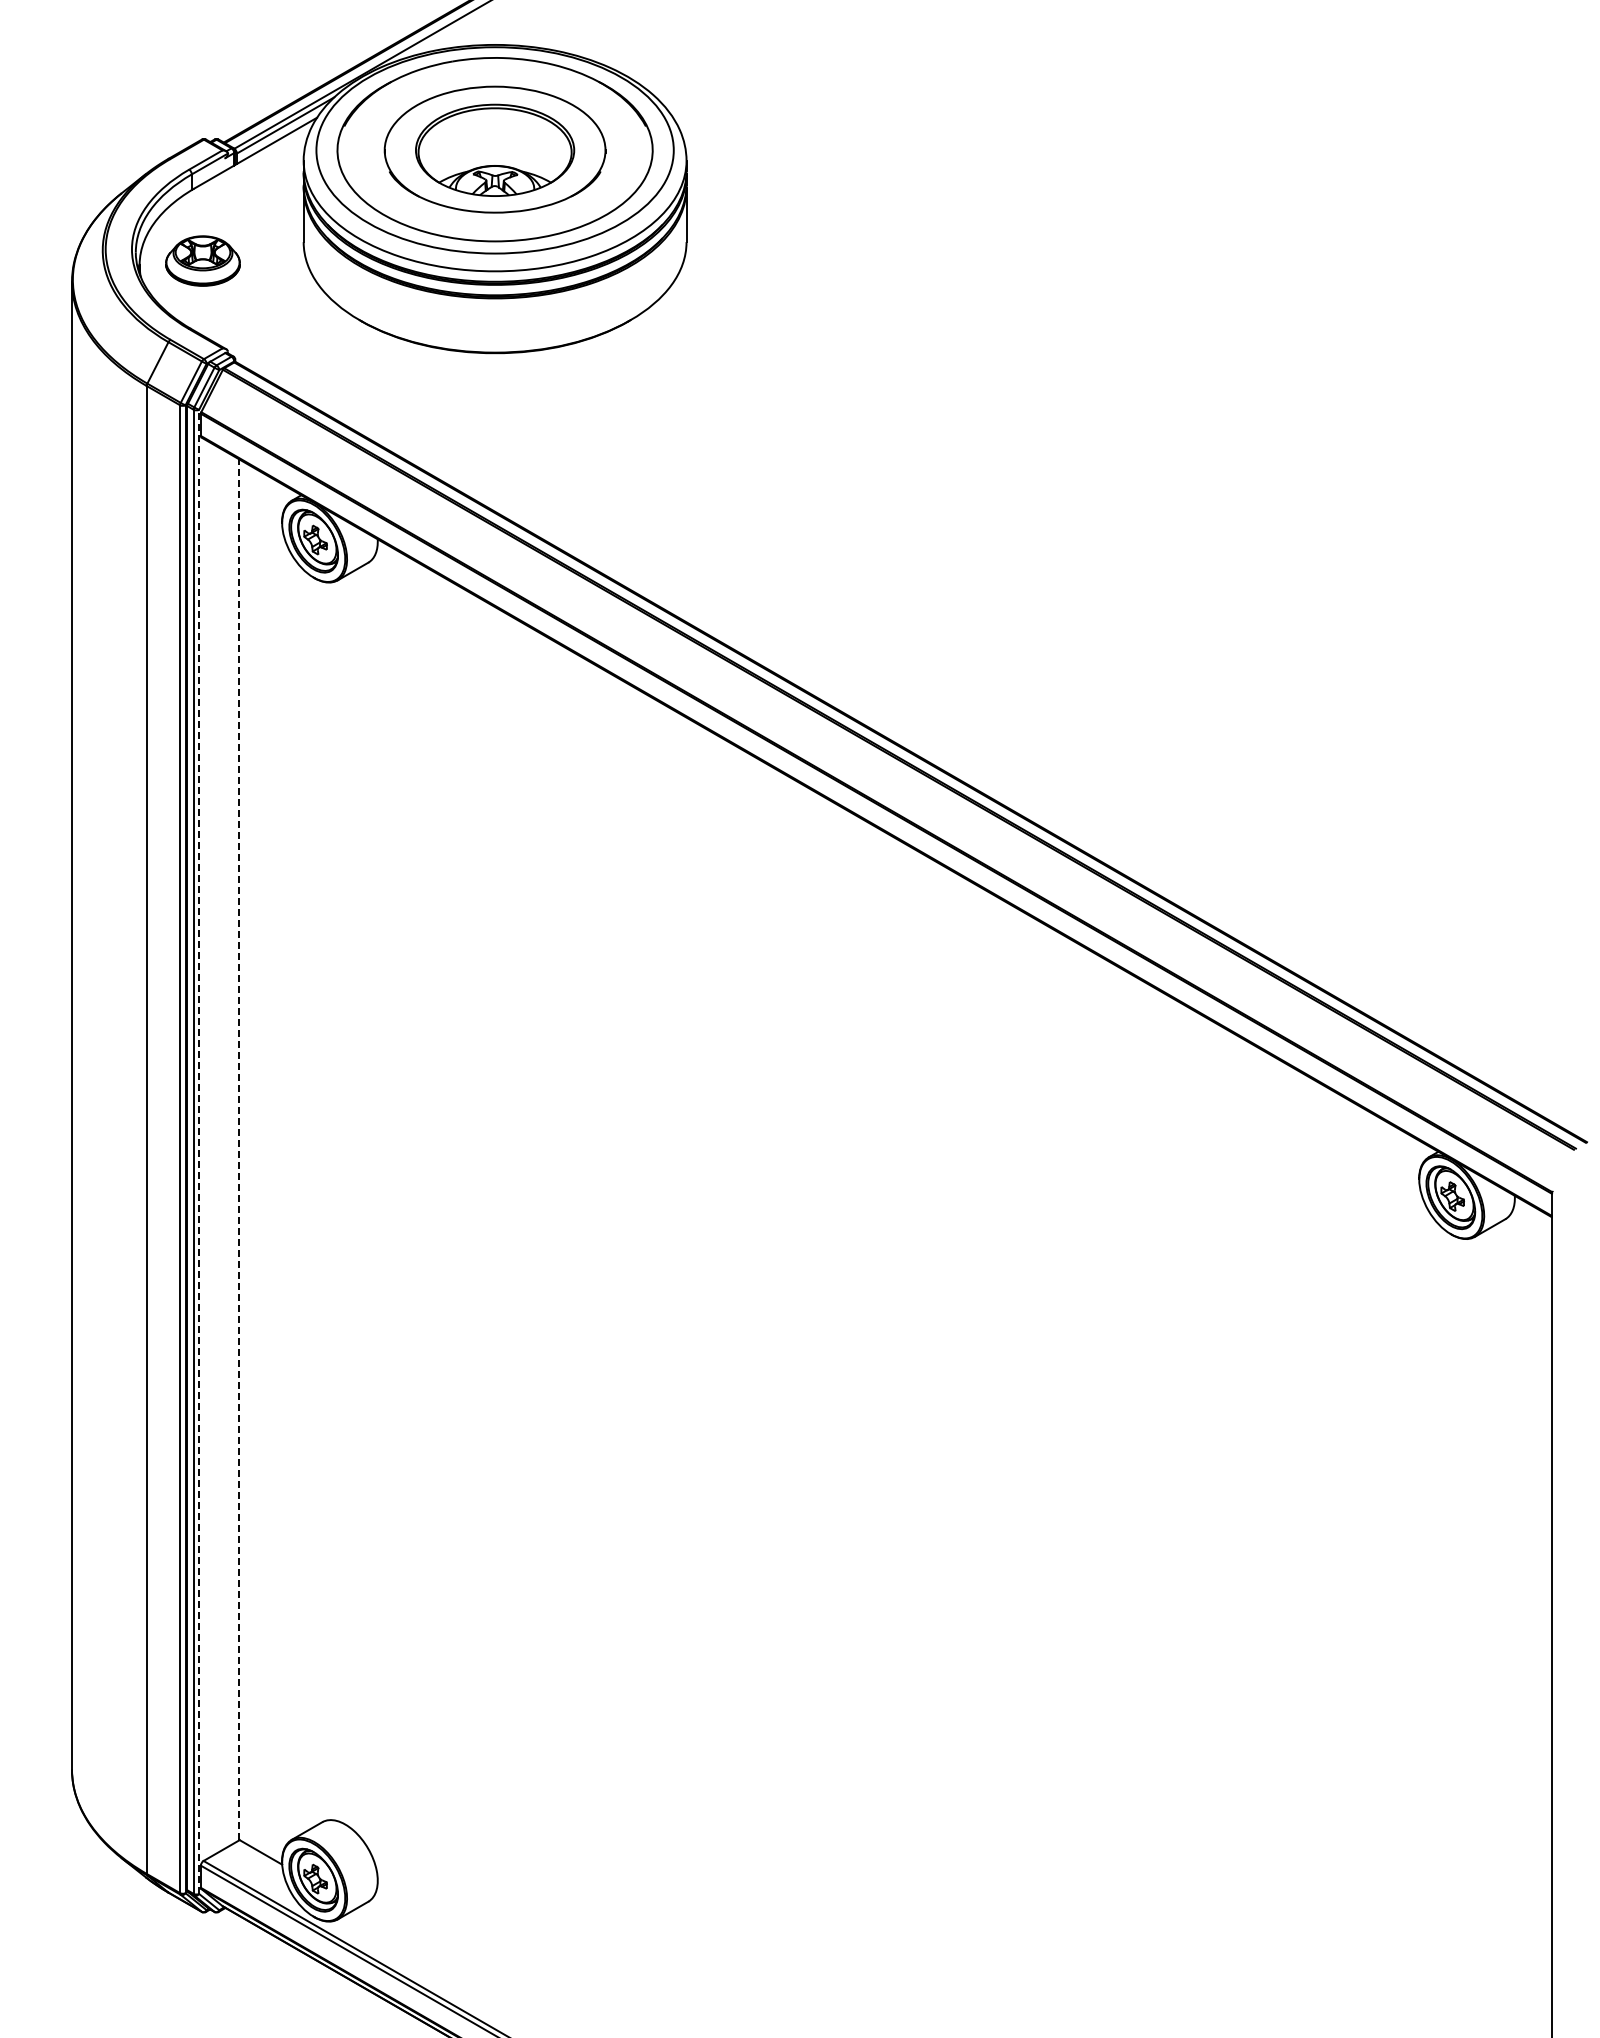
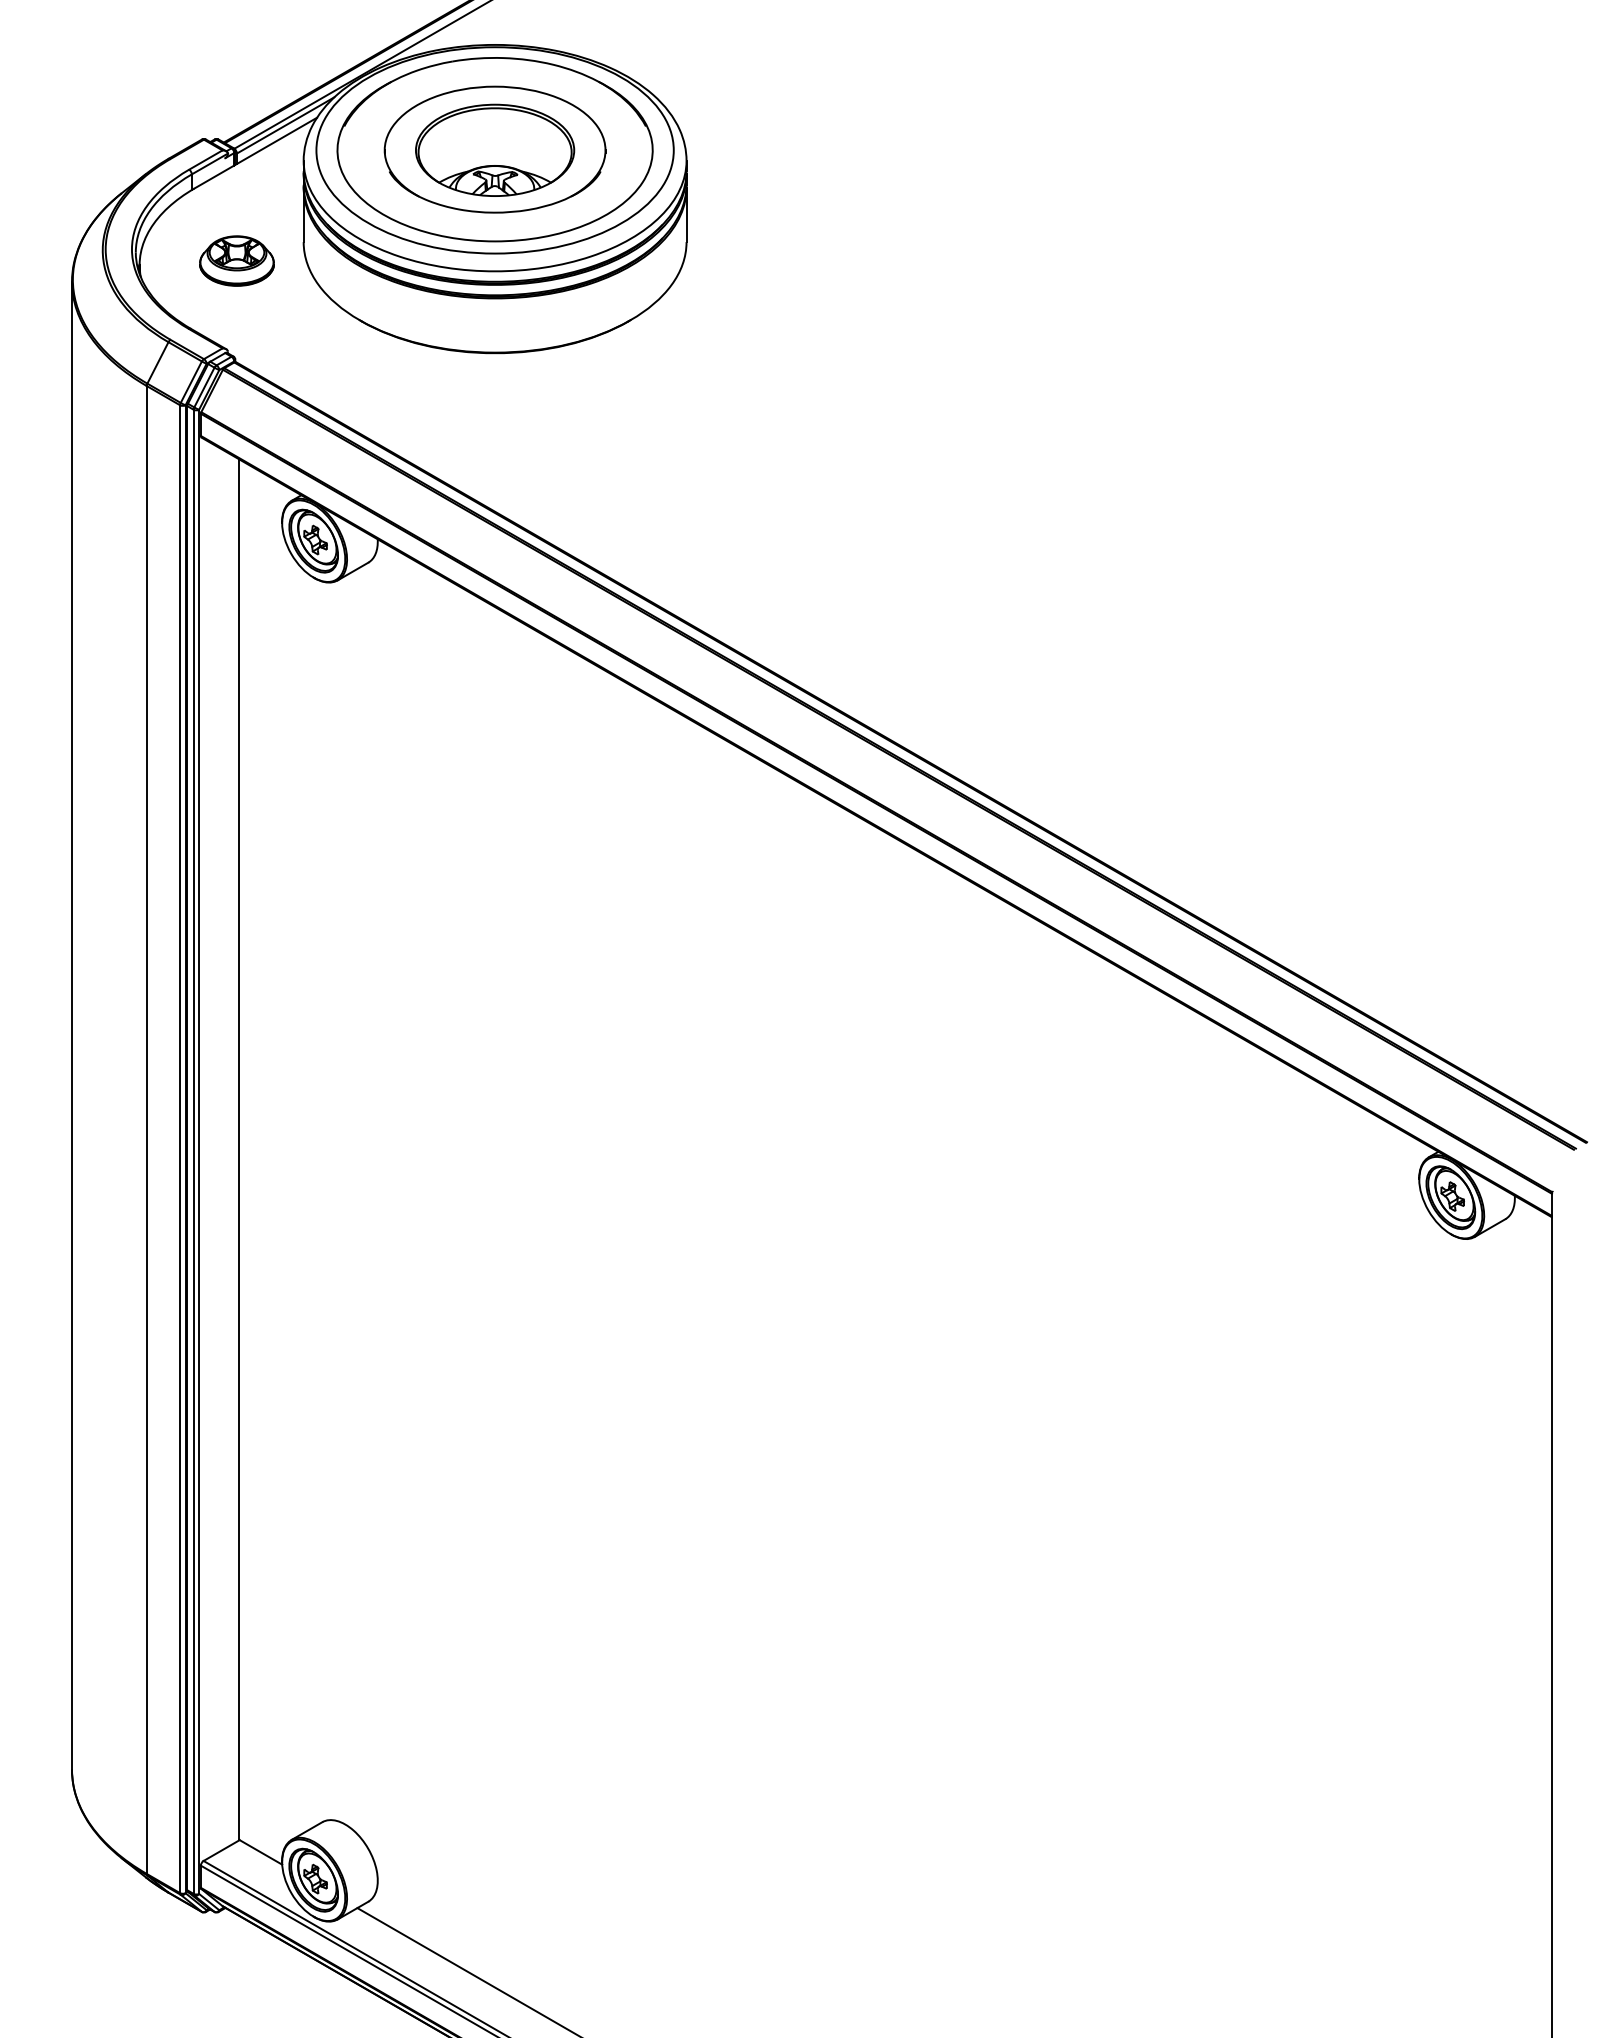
part at (202, 260) position: (202, 260) -> (236, 260)
line at (239, 1149): dashed -> solid
line at (199, 1151): dashed -> solid
line at (466, 1971): none -> present
